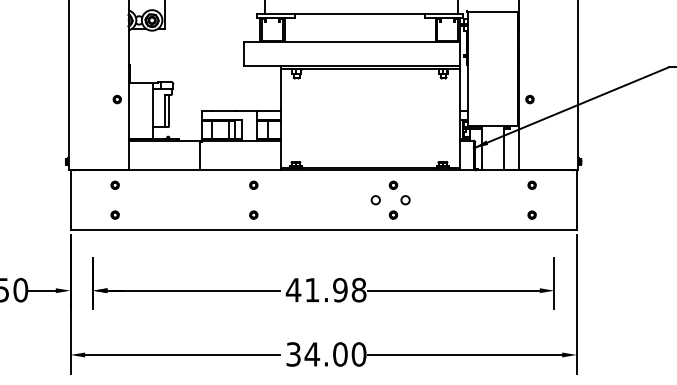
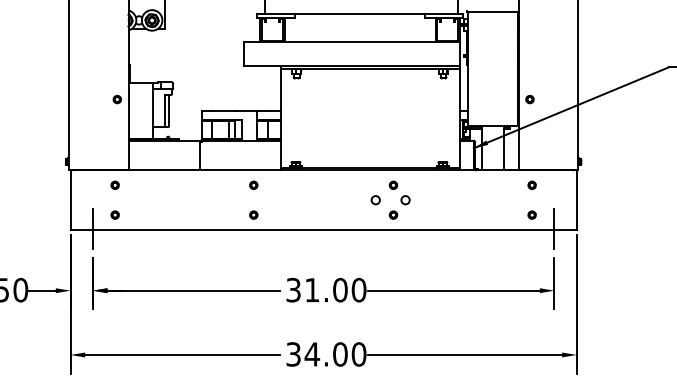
line at (92, 228): none -> present
line at (554, 228): none -> present
text at (325, 289): 41.98 -> 31.00
